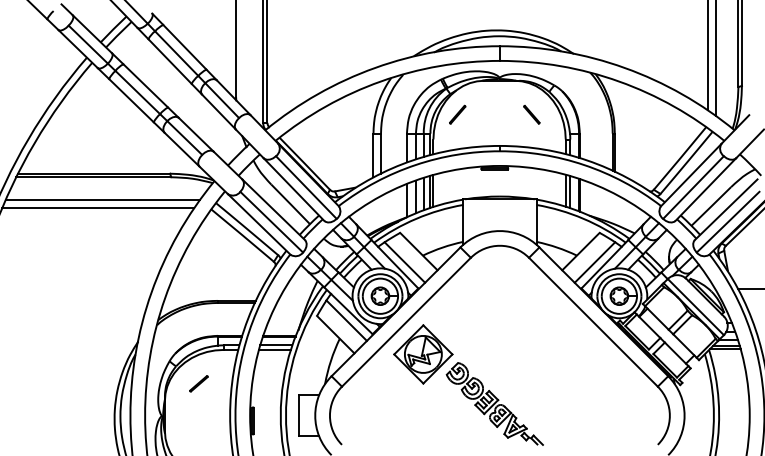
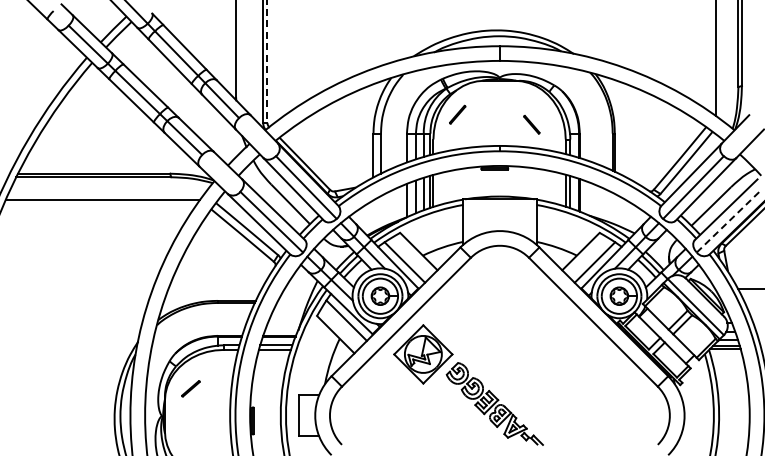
line at (707, 56): present -> none
line at (267, 61): solid -> dashed
line at (531, 114) position: (531, 114) -> (531, 124)
line at (98, 207): present -> none
line at (728, 222): solid -> dashed
line at (198, 383) position: (198, 383) -> (190, 388)
